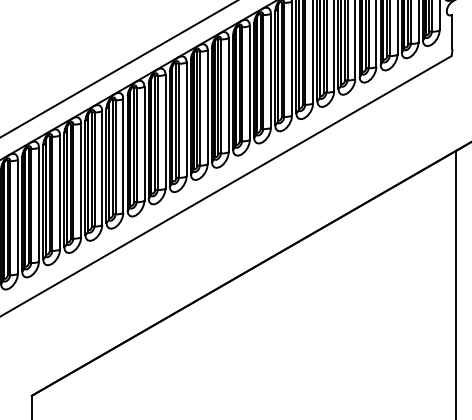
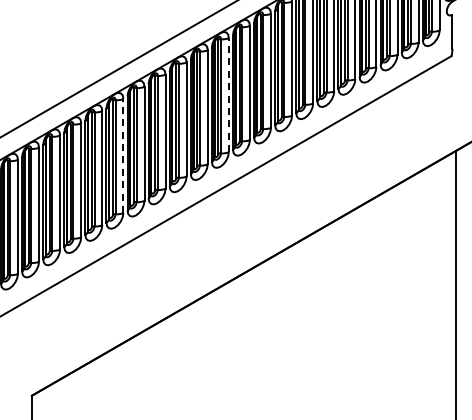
line at (228, 94): solid -> dashed
line at (123, 155): solid -> dashed
